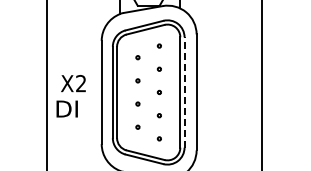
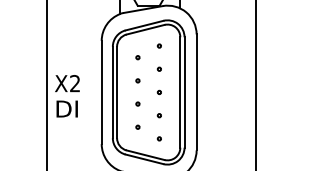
text at (73, 83) position: (73, 83) -> (67, 83)
line at (262, 84) position: (262, 84) -> (256, 84)
line at (184, 91): dashed -> solid
